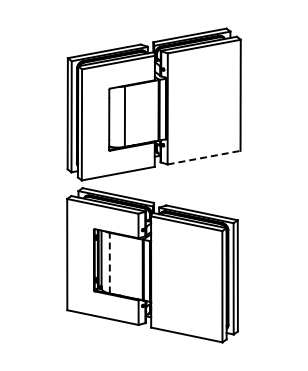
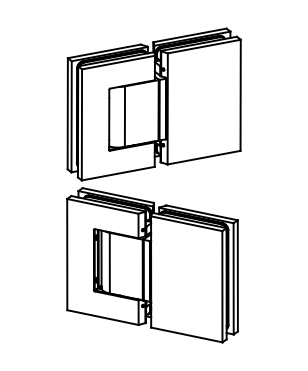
line at (204, 157): dashed -> solid
line at (109, 262): dashed -> solid
